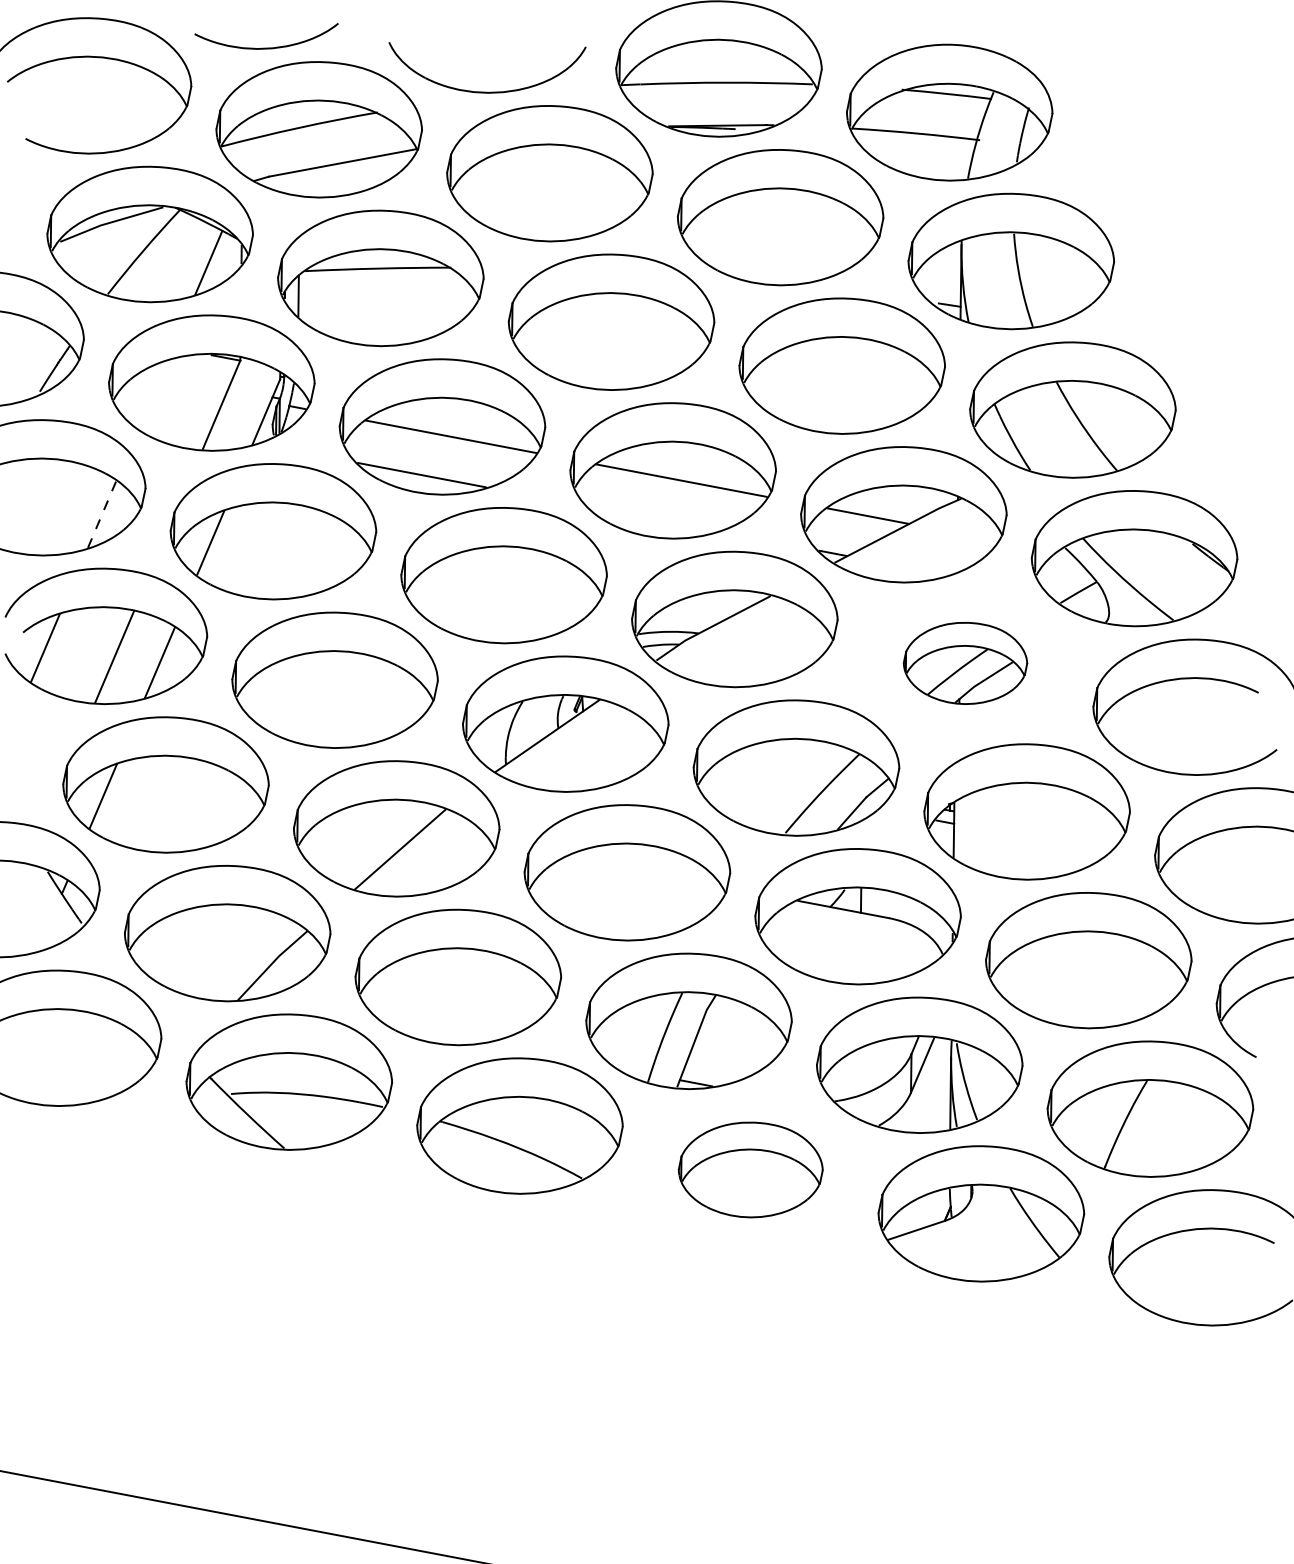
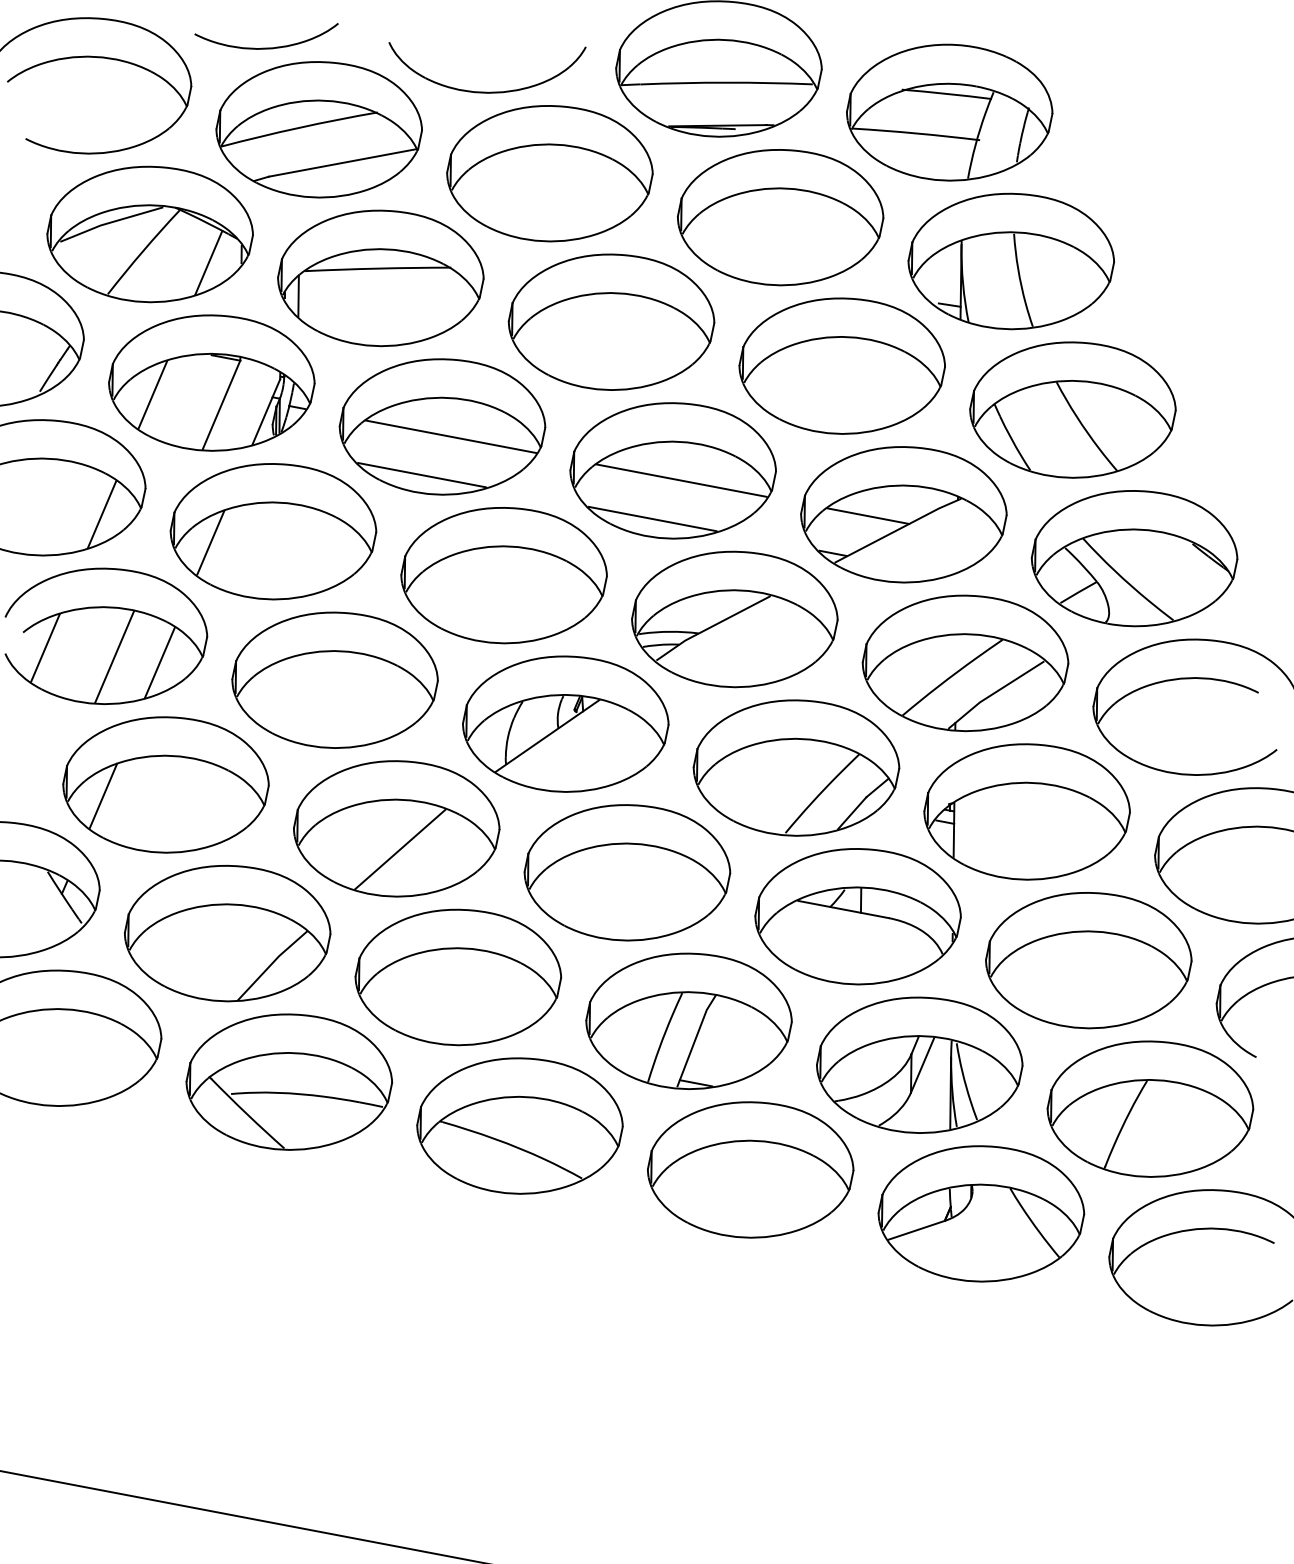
line at (152, 394): none -> present
line at (101, 515): dashed -> solid
line at (652, 518): none -> present
part at (965, 663) size: 127x83 px -> 209x139 px
part at (750, 1169) size: 147x98 px -> 208x138 px
